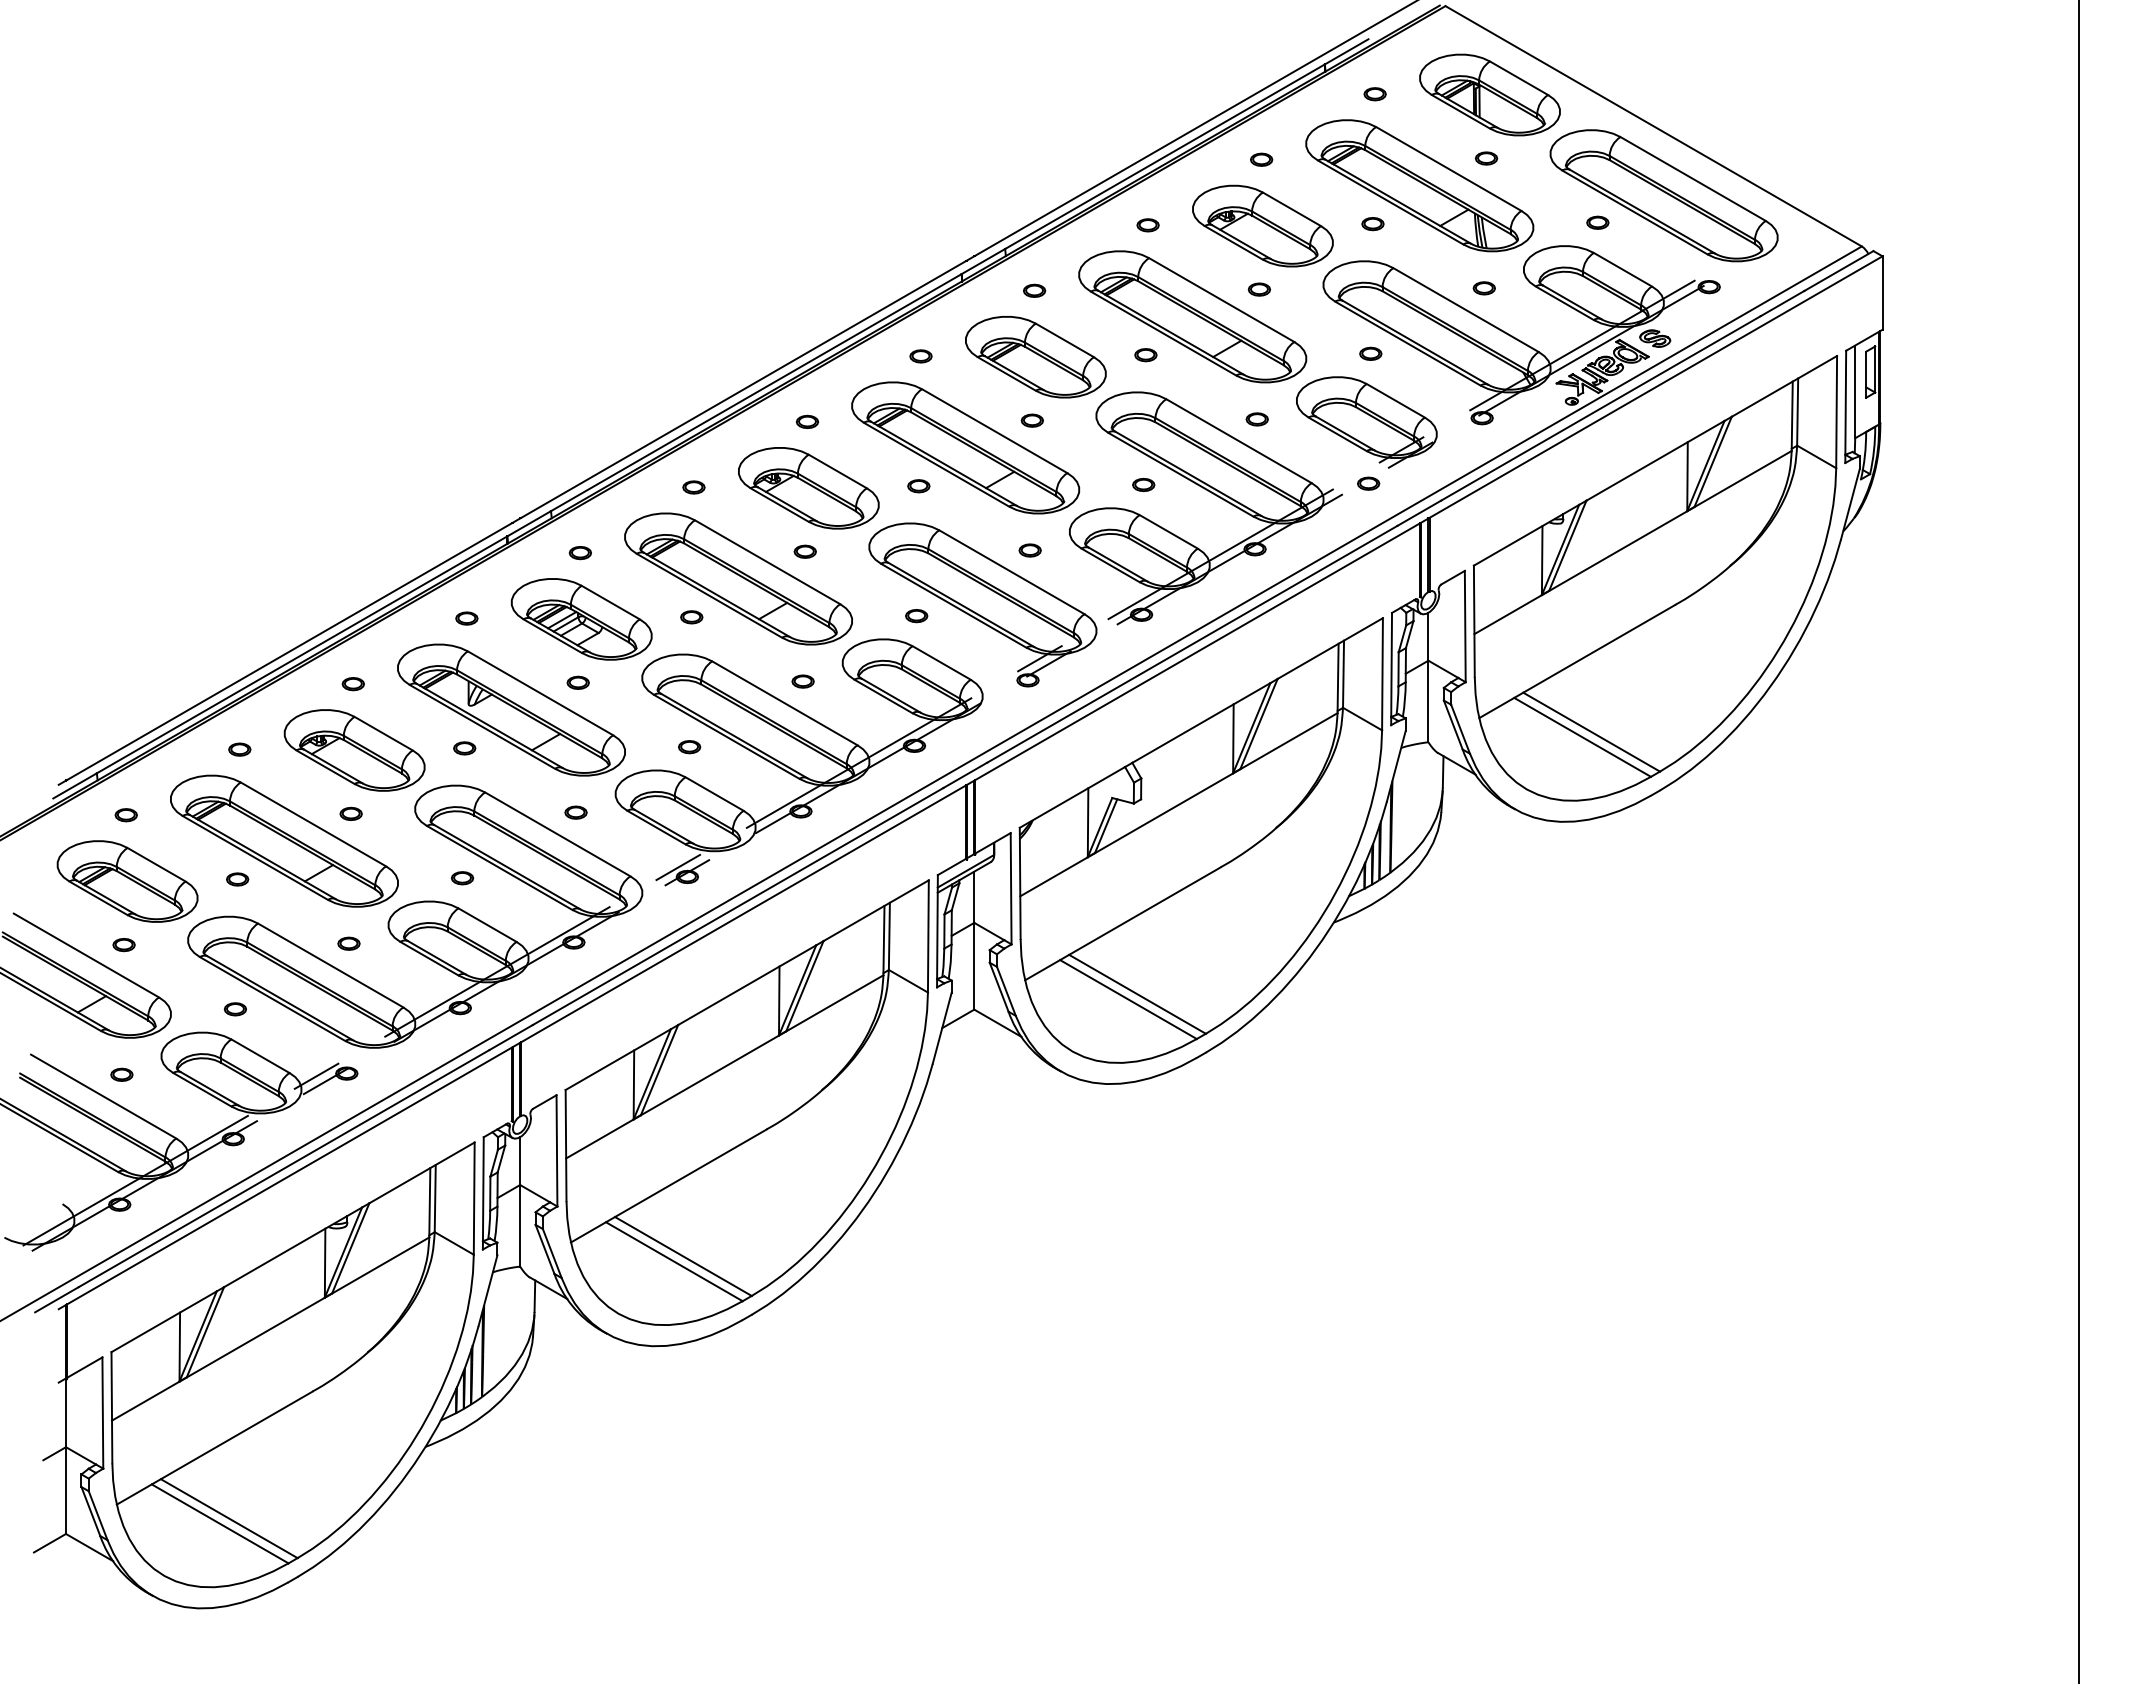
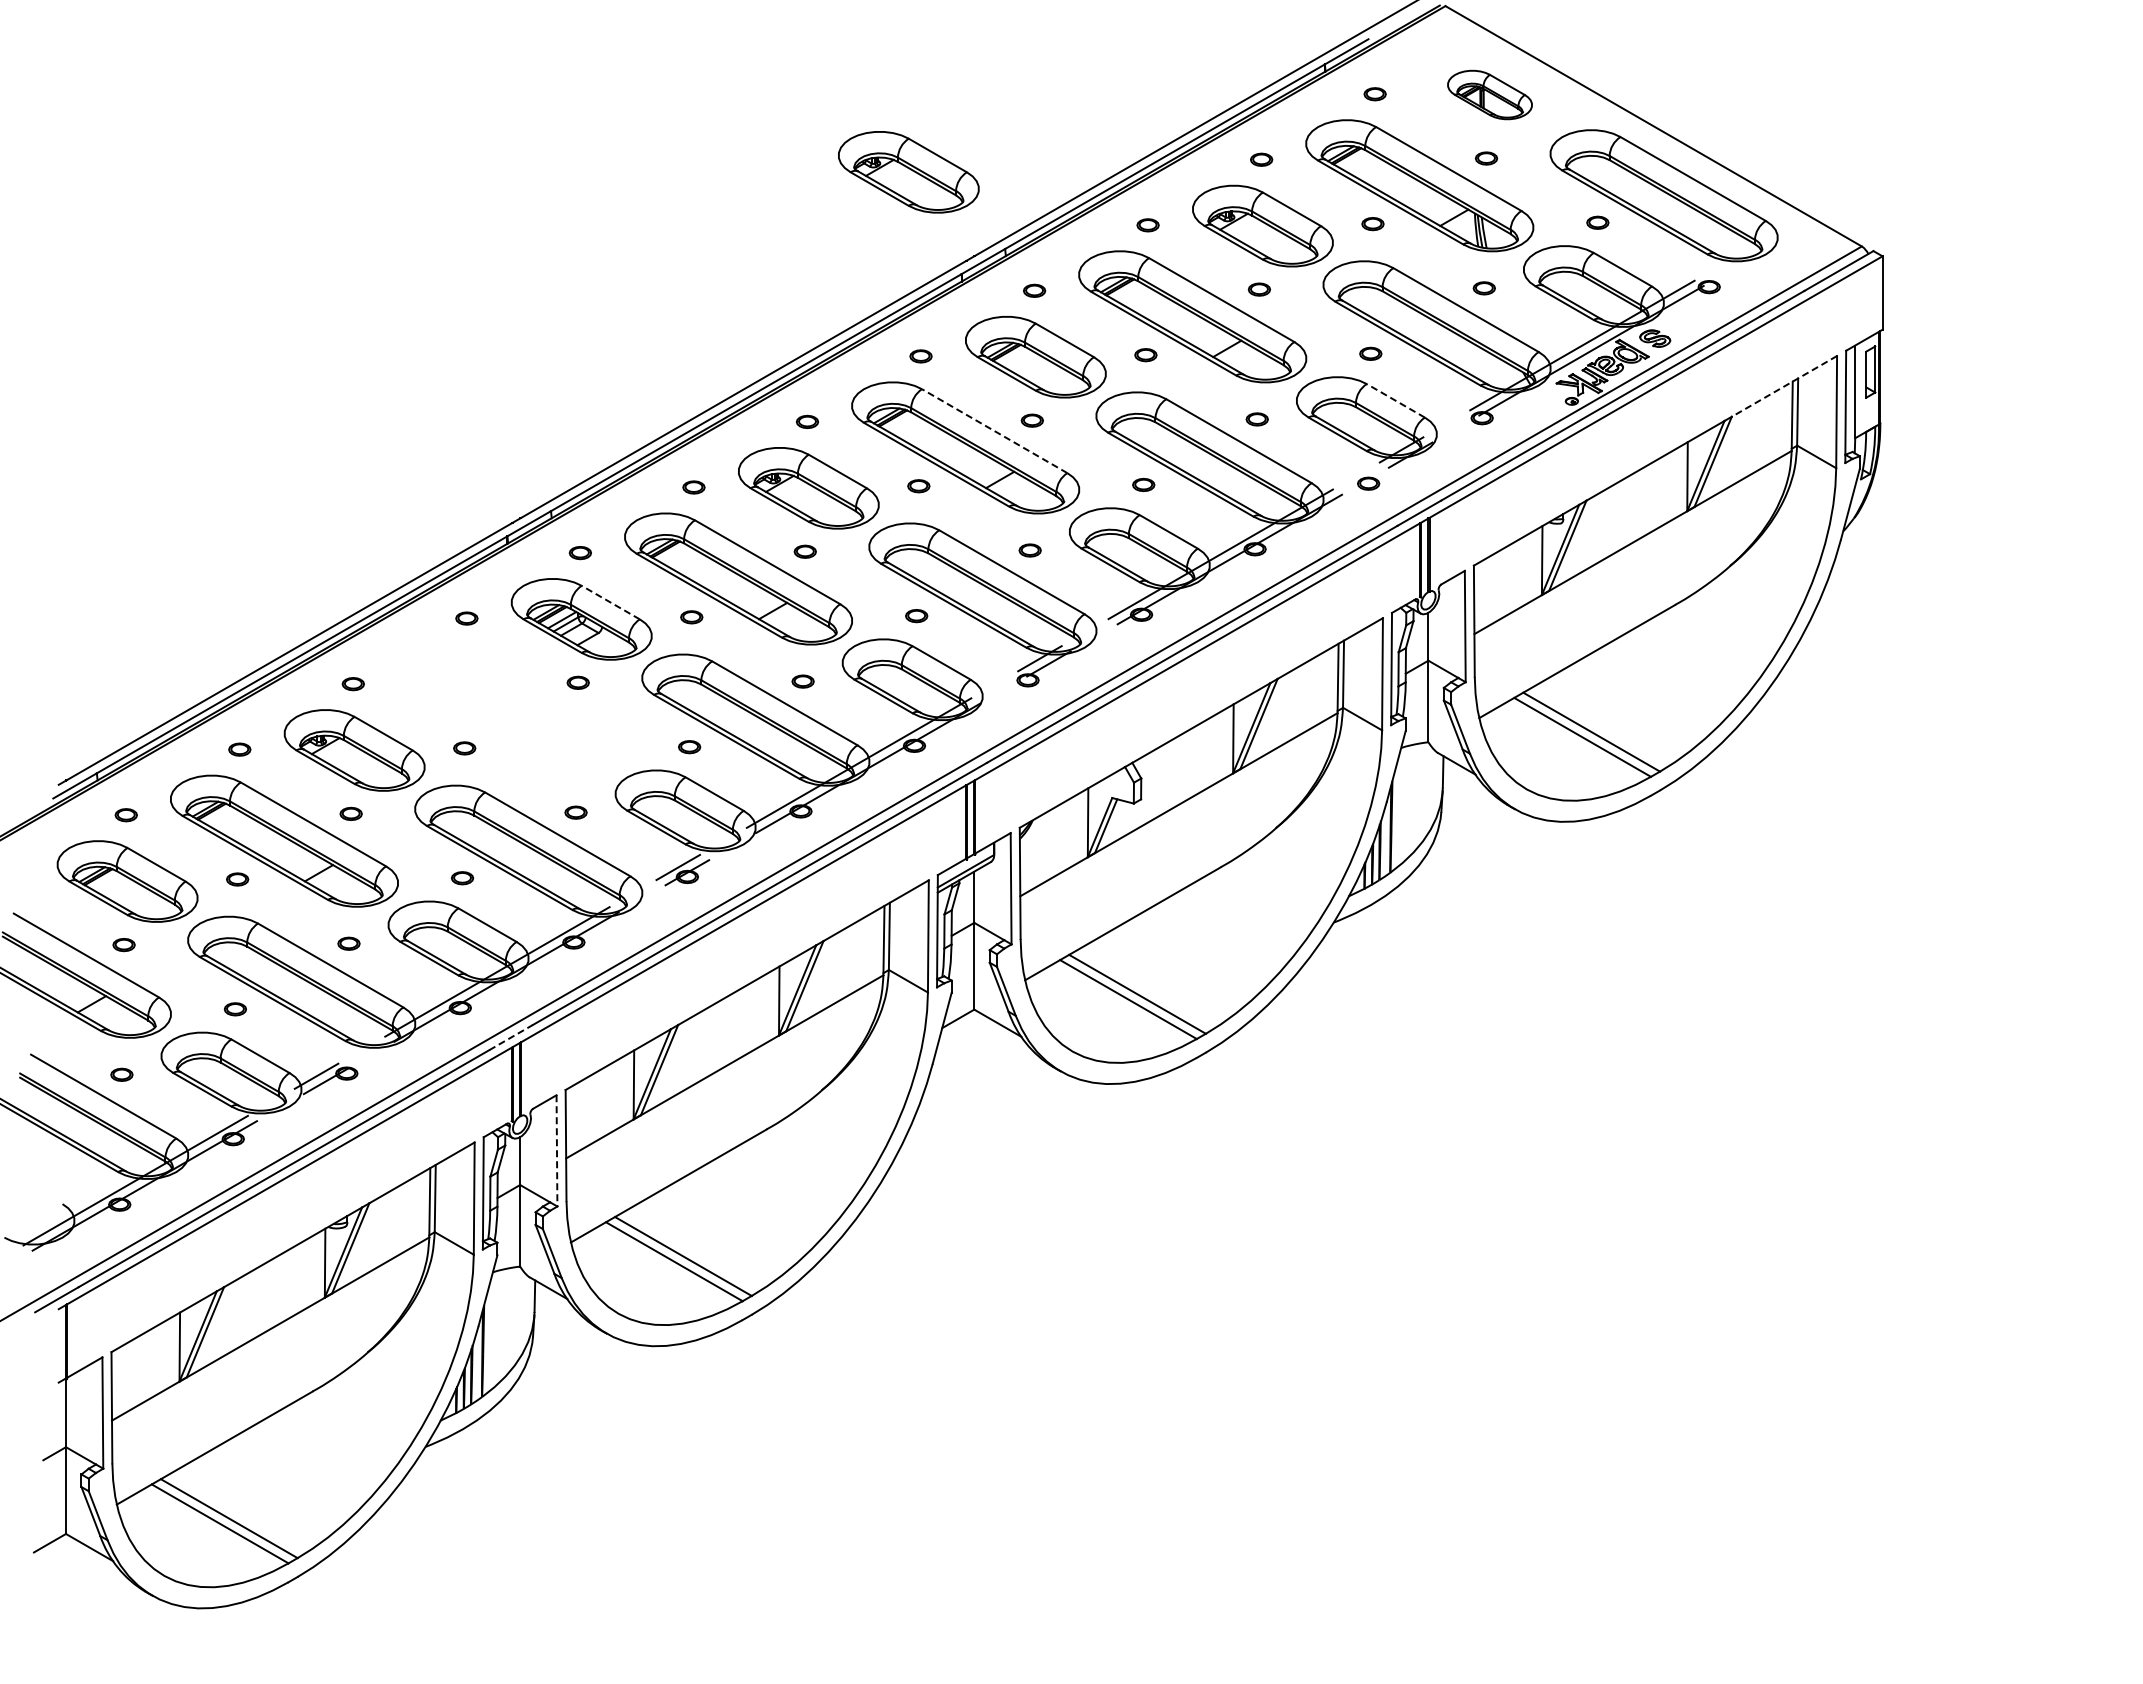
part at (1489, 94) size: 142x84 px -> 86x52 px
part at (908, 172): none -> present
line at (1784, 386): solid -> dashed
line at (1395, 400): solid -> dashed
line at (994, 431): solid -> dashed
line at (610, 602): solid -> dashed
part at (511, 709): present -> none
line at (2078, 841): present -> none
line at (511, 1037): solid -> dashed
line at (556, 1150): solid -> dashed
